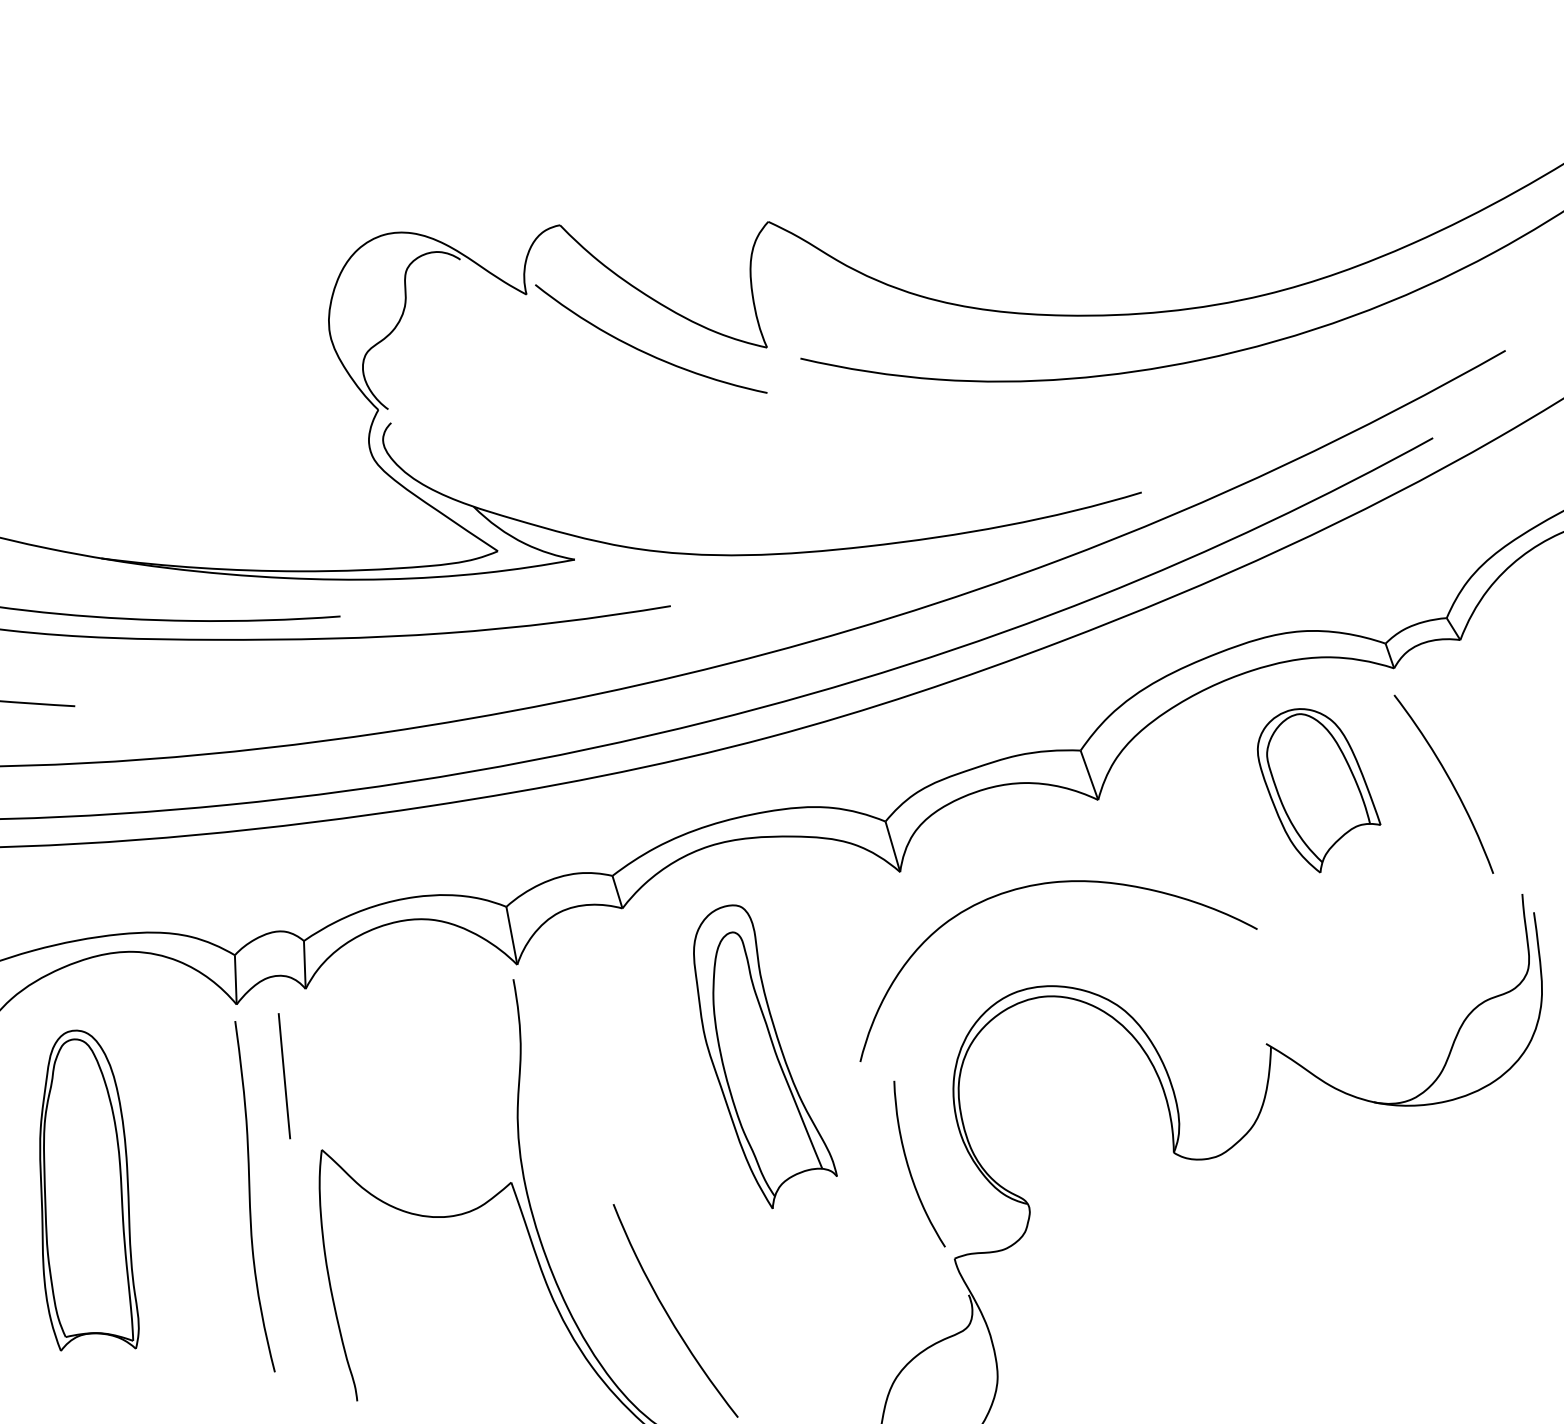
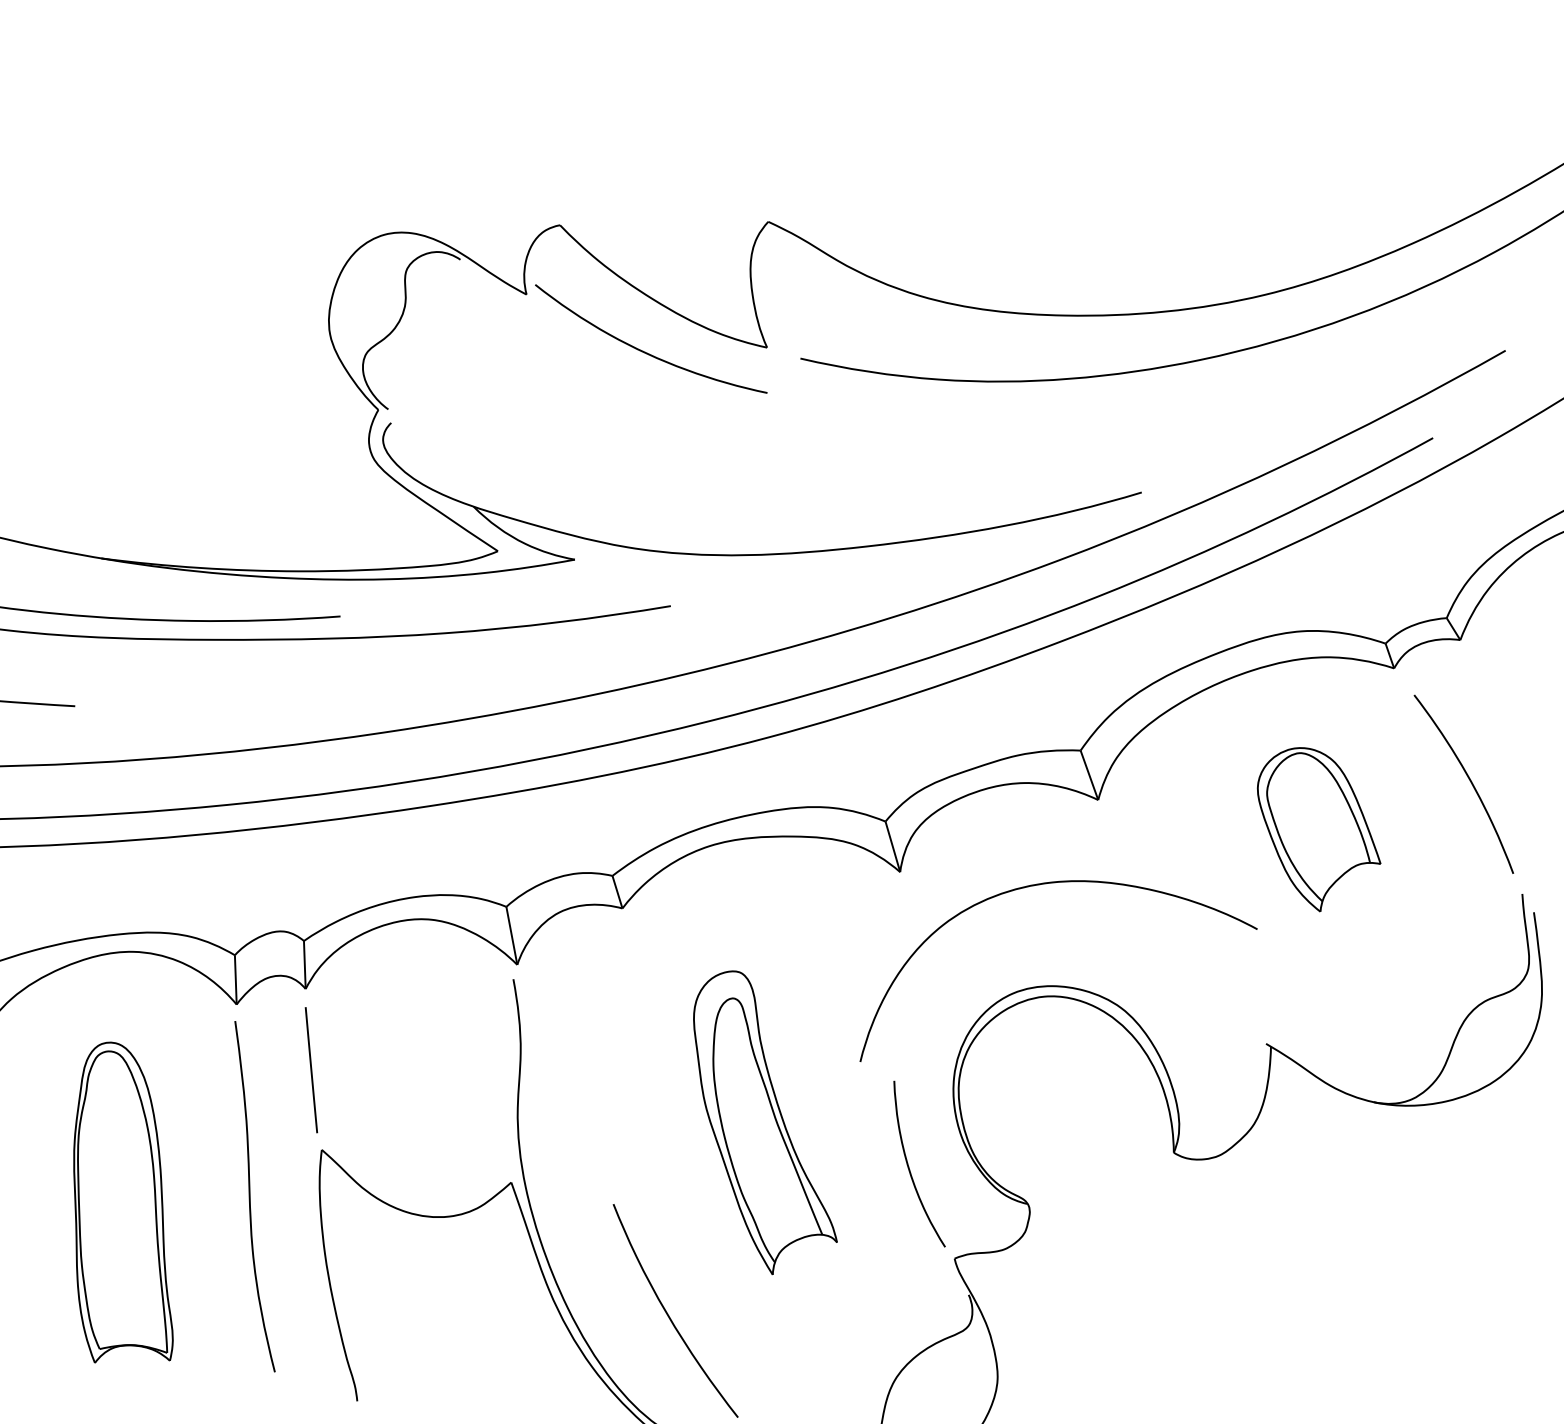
curve at (1448, 779) position: (1448, 779) -> (1468, 779)
part at (1318, 790) position: (1318, 790) -> (1318, 829)
part at (765, 1056) position: (765, 1056) -> (765, 1122)
line at (284, 1076) position: (284, 1076) -> (311, 1070)
part at (89, 1190) position: (89, 1190) -> (123, 1202)
